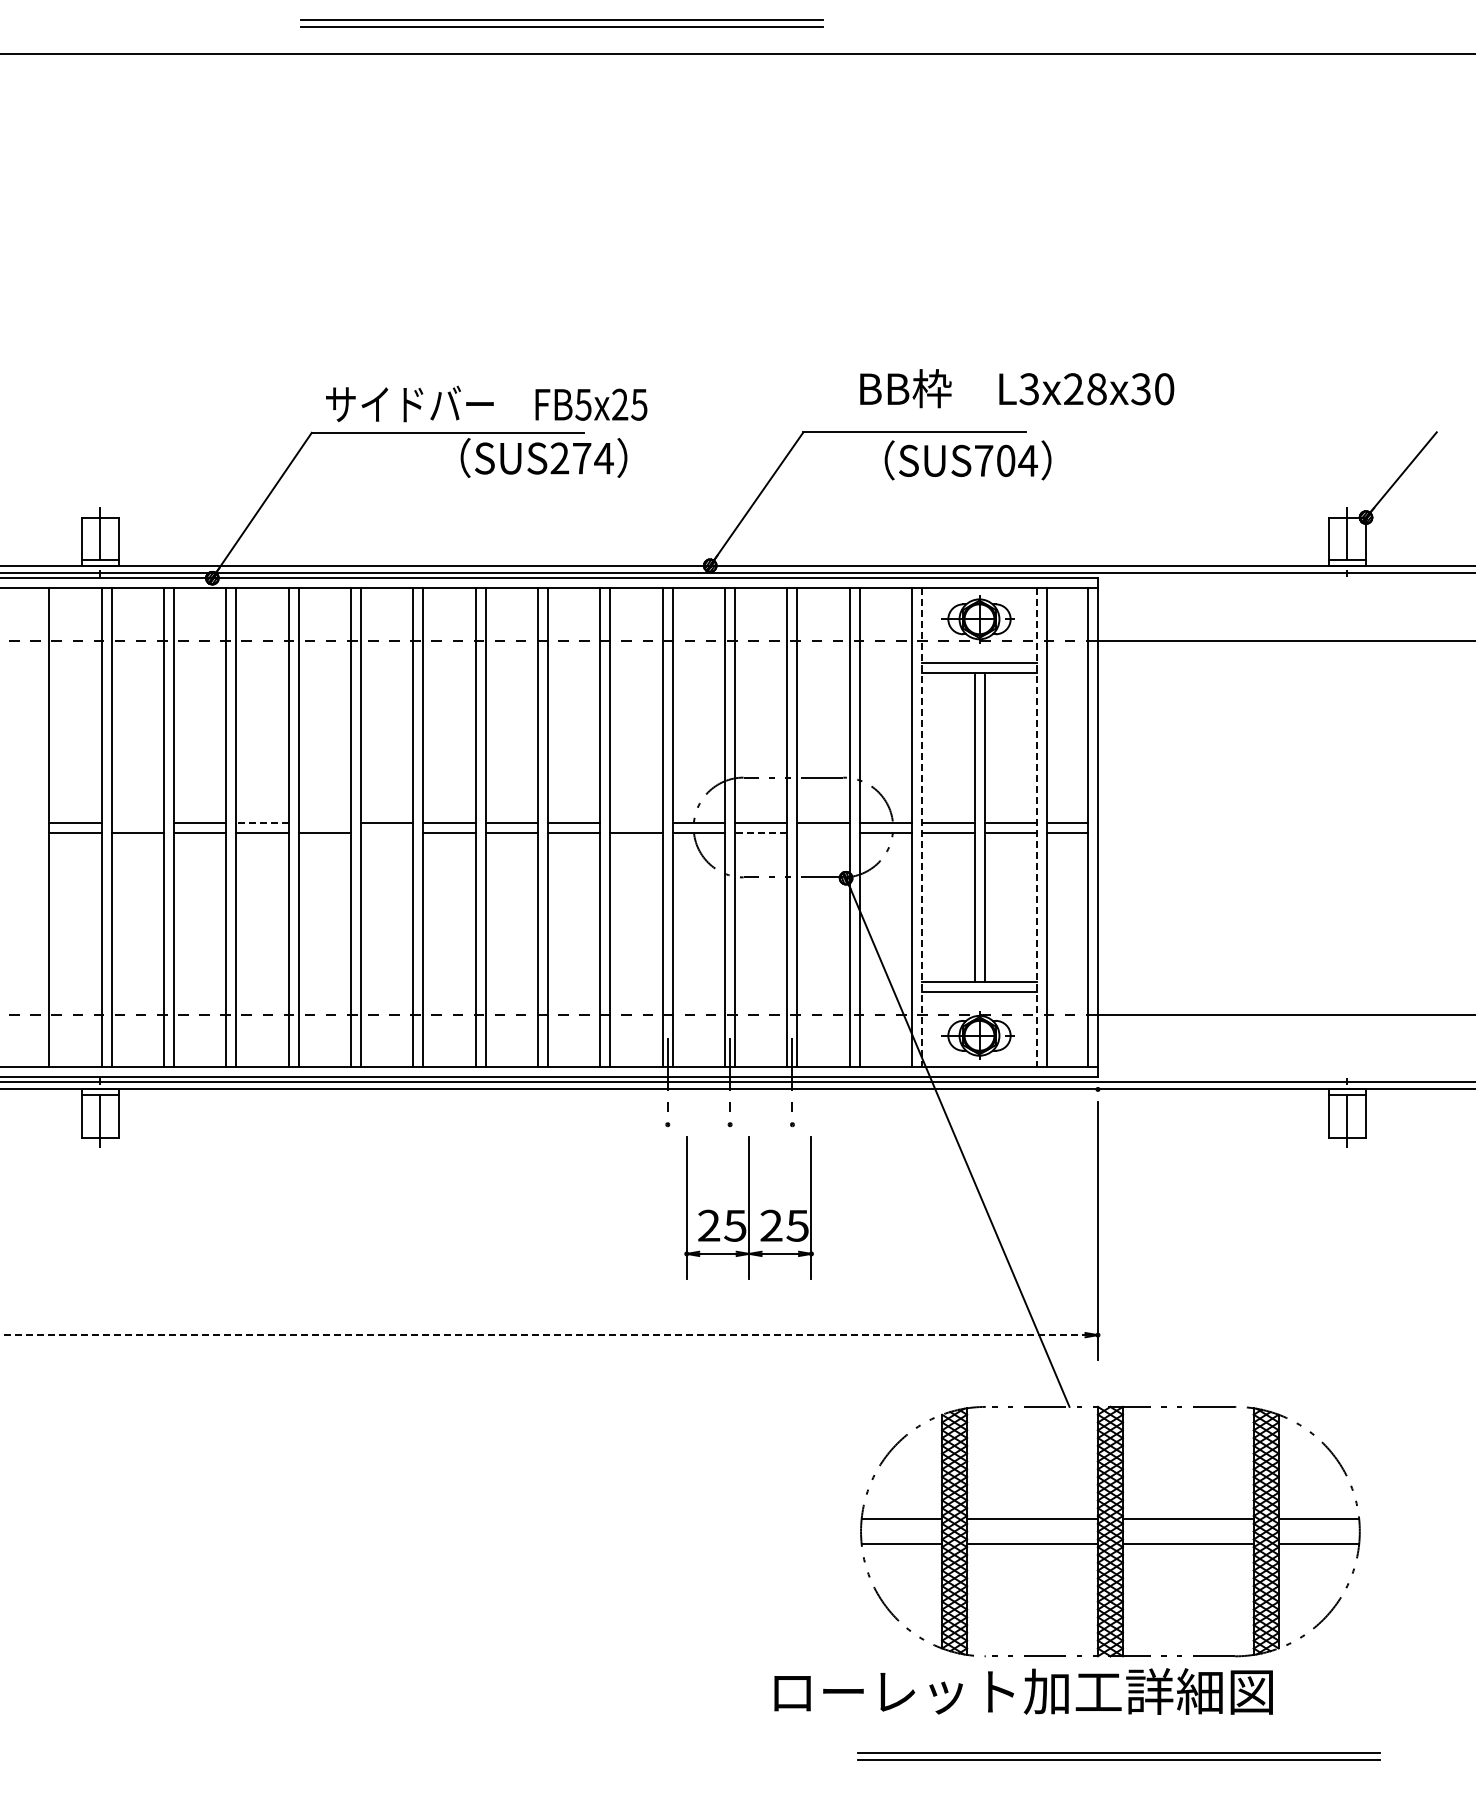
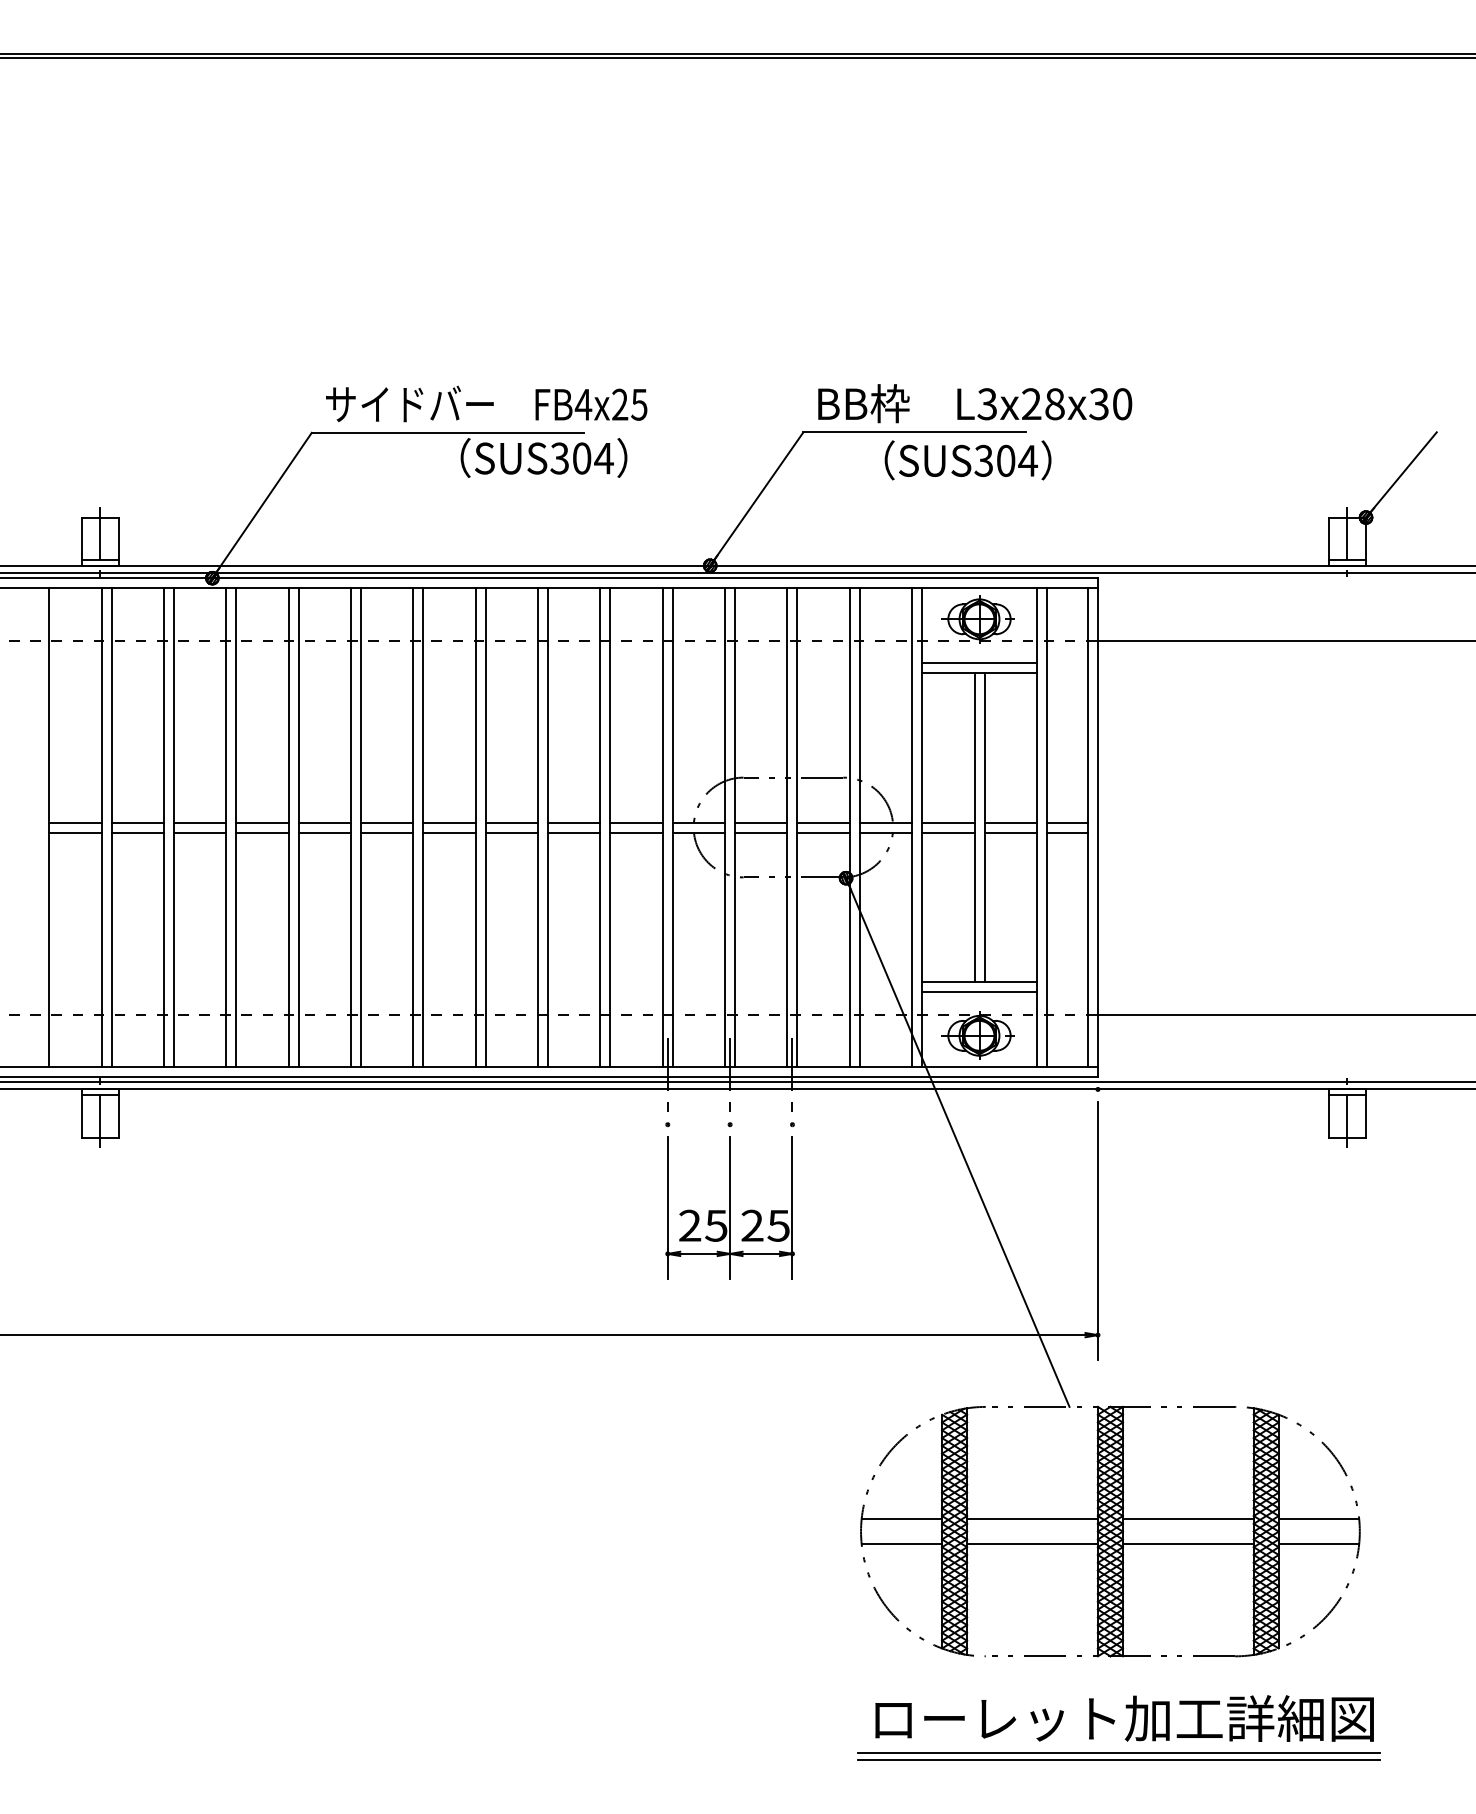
part at (561, 23): present -> none
line at (737, 57): none -> present
text at (1017, 388) position: (1017, 388) -> (975, 403)
text at (583, 404): FB5x25 -> FB4x25
text at (570, 458): SUS274 -> SUS304
text at (983, 460): SUS704 -> SUS304
line at (137, 822): none -> present
line at (262, 822): dashed -> solid
line at (324, 822): none -> present
line at (636, 822): none -> present
line at (922, 828): dashed -> solid
line at (1036, 828): dashed -> solid
line at (387, 832): none -> present
line at (760, 832): dashed -> solid
line at (823, 832): none -> present
part at (748, 1207) position: (748, 1207) -> (729, 1207)
line at (543, 1335): dashed -> solid
text at (1023, 1691) position: (1023, 1691) -> (1124, 1718)
